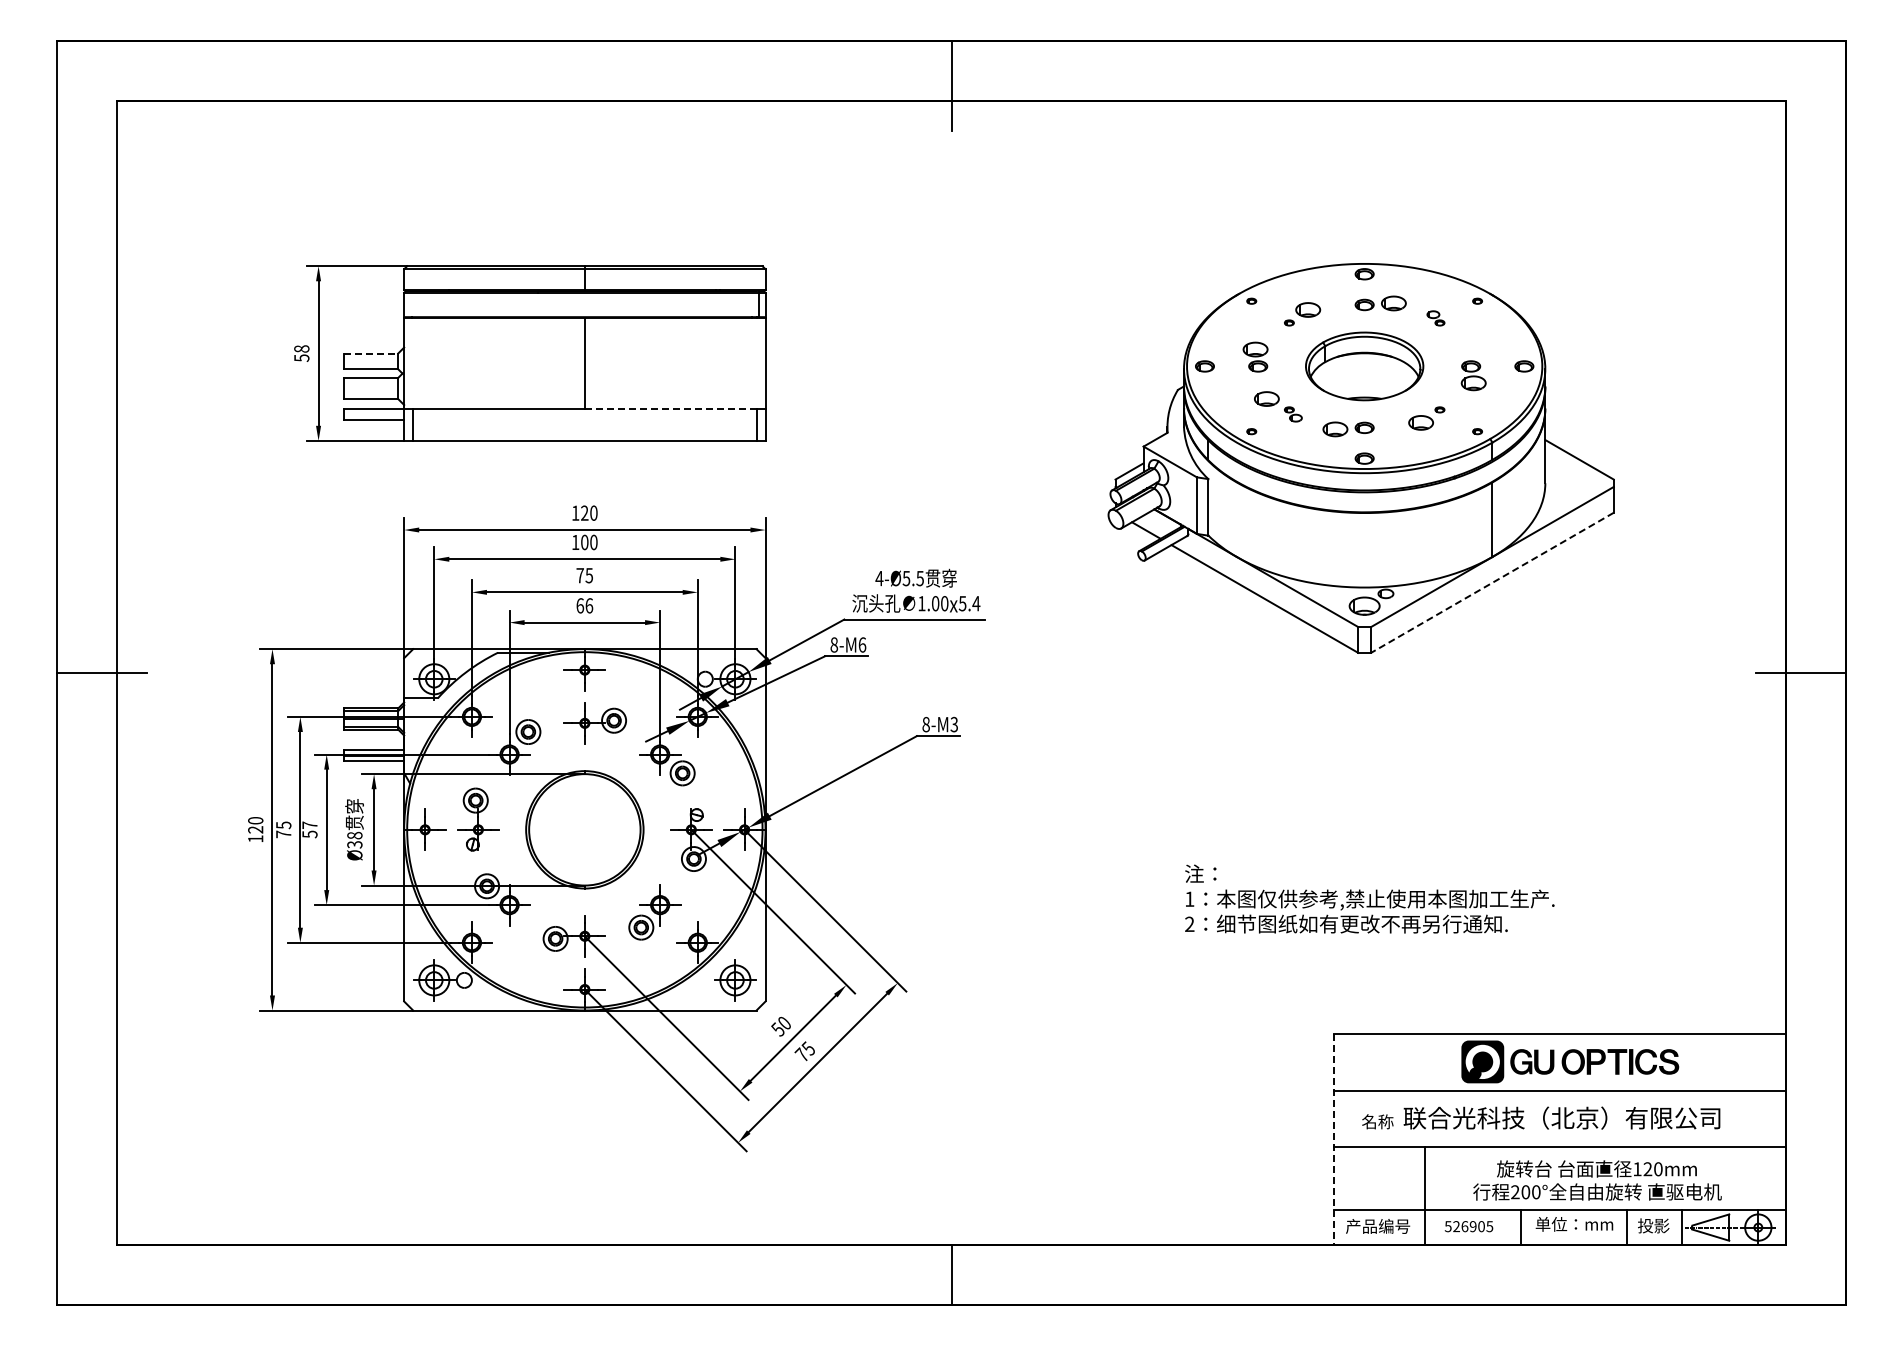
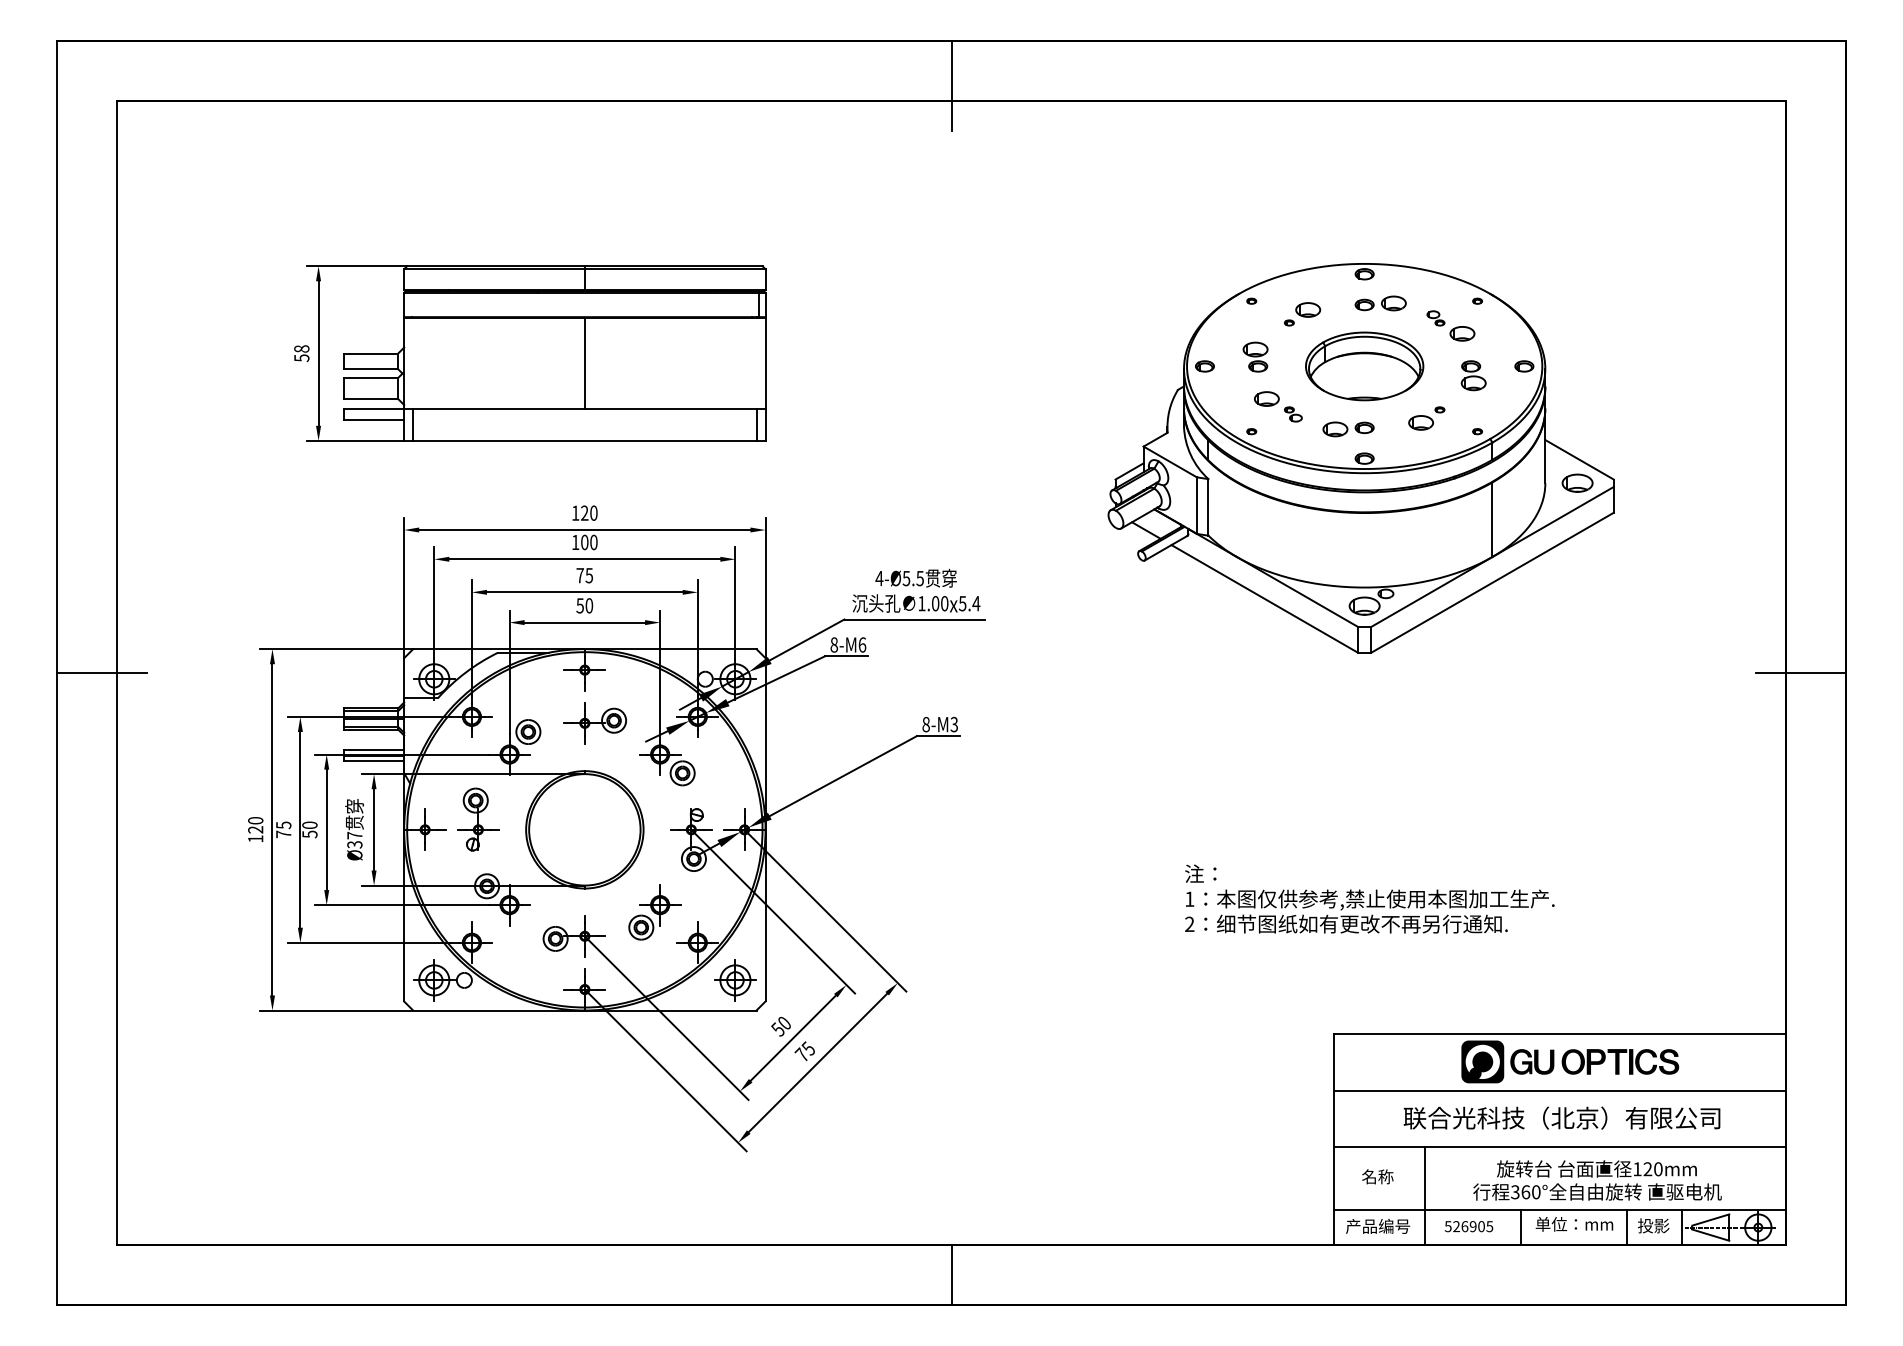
part at (1462, 333): none -> present
line at (371, 353): dashed -> solid
line at (670, 409): dashed -> solid
part at (1577, 482): none -> present
line at (1492, 583): dashed -> solid
text at (584, 605): 66 -> 50
text at (309, 824): 57 -> 50
text at (354, 835): Ø38 -> Ø37
text at (1377, 1121) position: (1377, 1121) -> (1377, 1176)
line at (1333, 1140): dashed -> solid
text at (1520, 1192): 200° -> 360°
